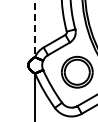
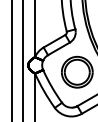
line at (35, 29): dashed -> solid
line at (11, 60): none -> present
line at (23, 60): none -> present
